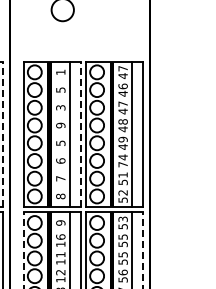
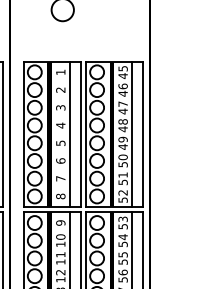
text at (122, 68): 47 -> 45
text at (60, 89): 5 -> 2
text at (60, 125): 9 -> 4
line at (2, 134): dashed -> solid
line at (81, 134): dashed -> solid
text at (122, 160): 74 -> 50
text at (60, 236): 16 -> 10
text at (122, 237): 55 -> 54
line at (23, 250): dashed -> solid
line at (143, 250): dashed -> solid
